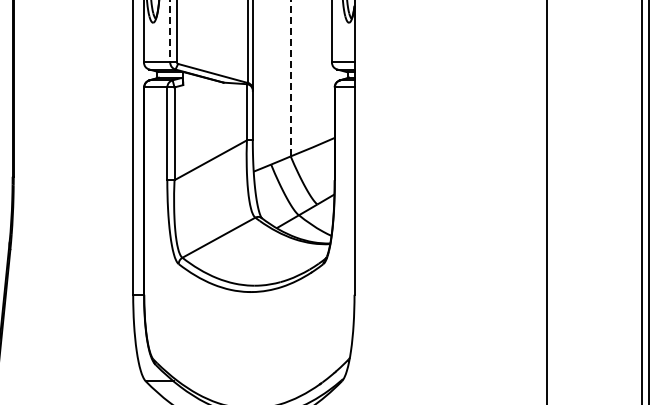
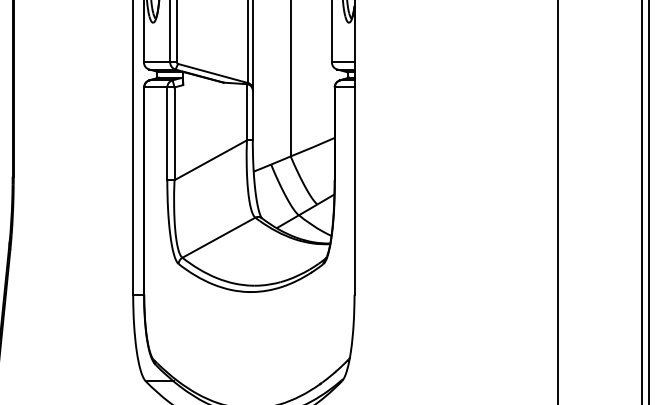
line at (170, 31): dashed -> solid
line at (290, 78): dashed -> solid
line at (546, 201) position: (546, 201) -> (557, 201)
